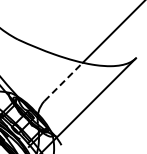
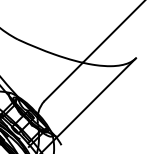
line at (63, 81): dashed -> solid
